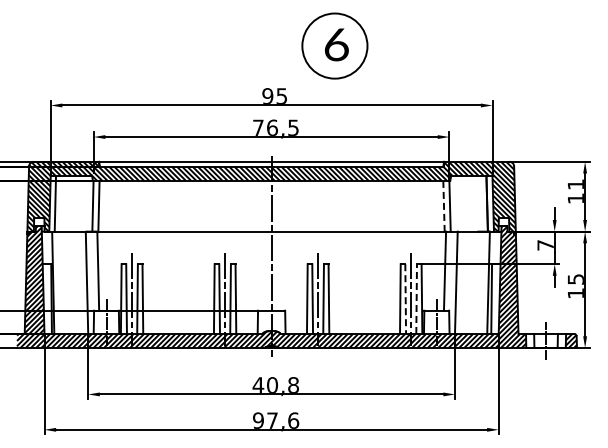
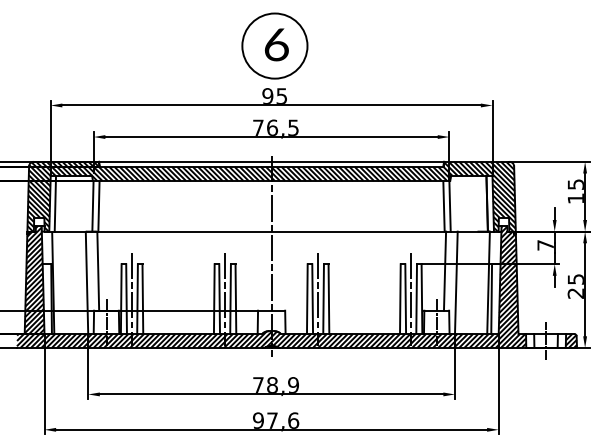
part at (334, 45) position: (334, 45) -> (274, 45)
text at (575, 184): 11 -> 15
line at (444, 206): dashed -> solid
text at (575, 293): 15 -> 25
line at (405, 299): dashed -> solid
line at (416, 299): dashed -> solid
text at (275, 384): 40,8 -> 78,9
